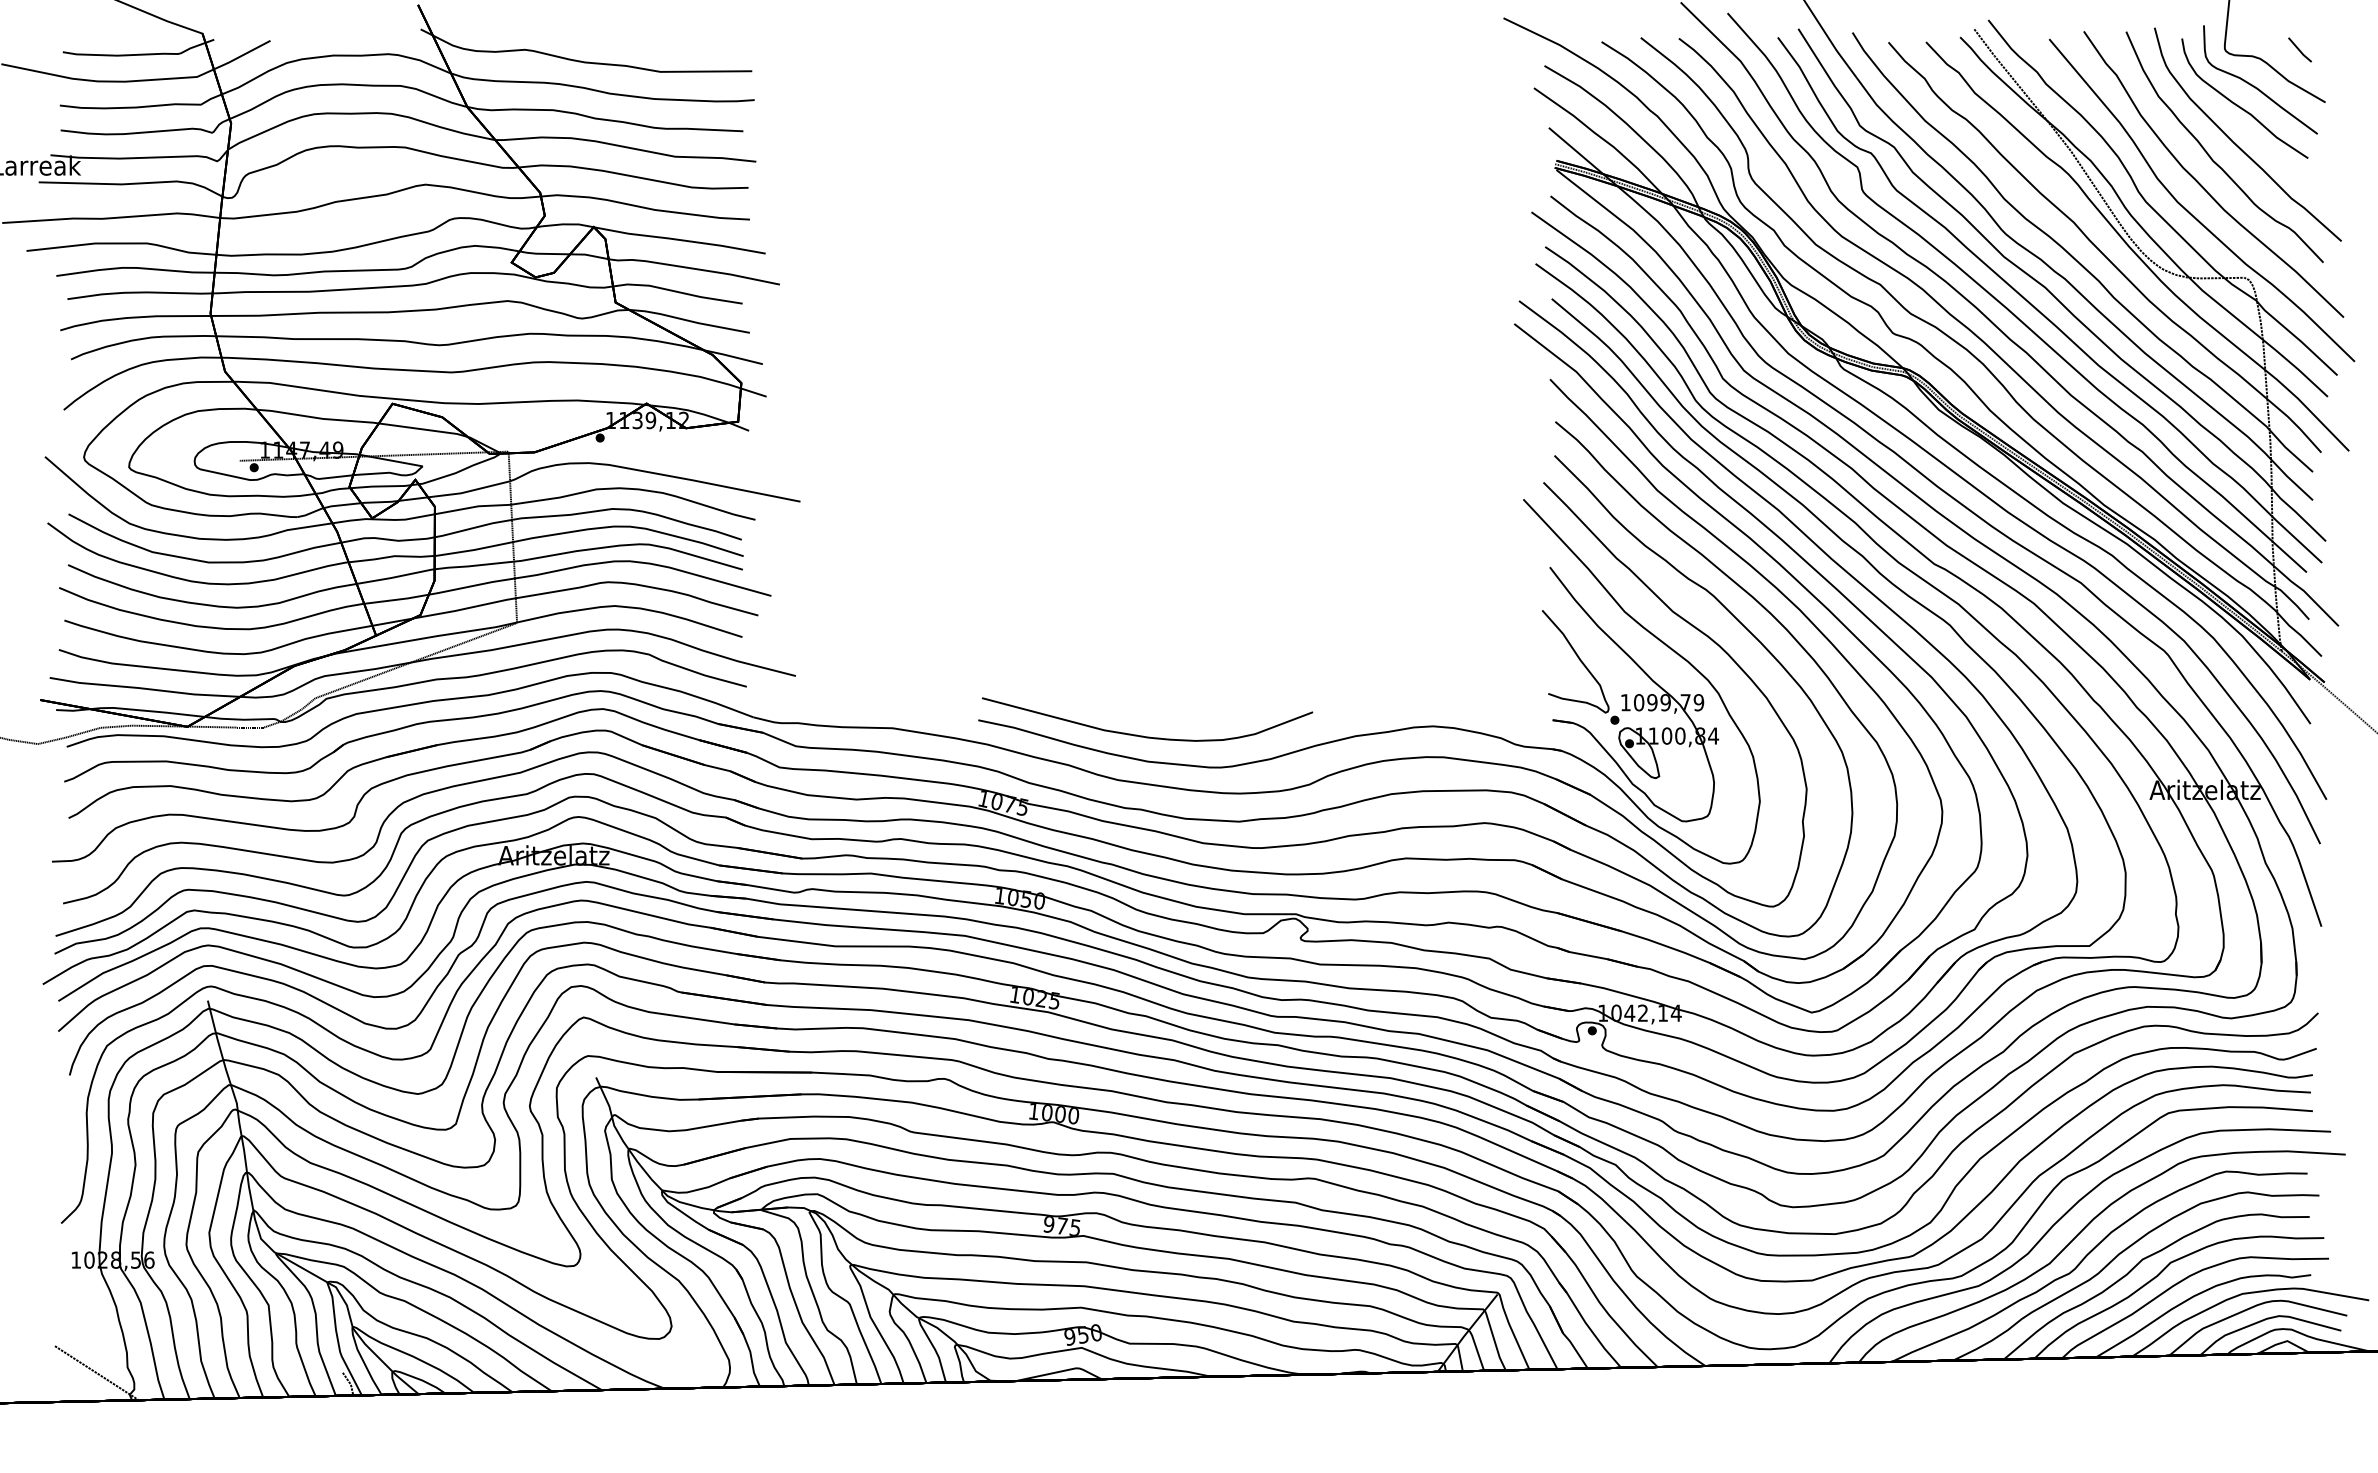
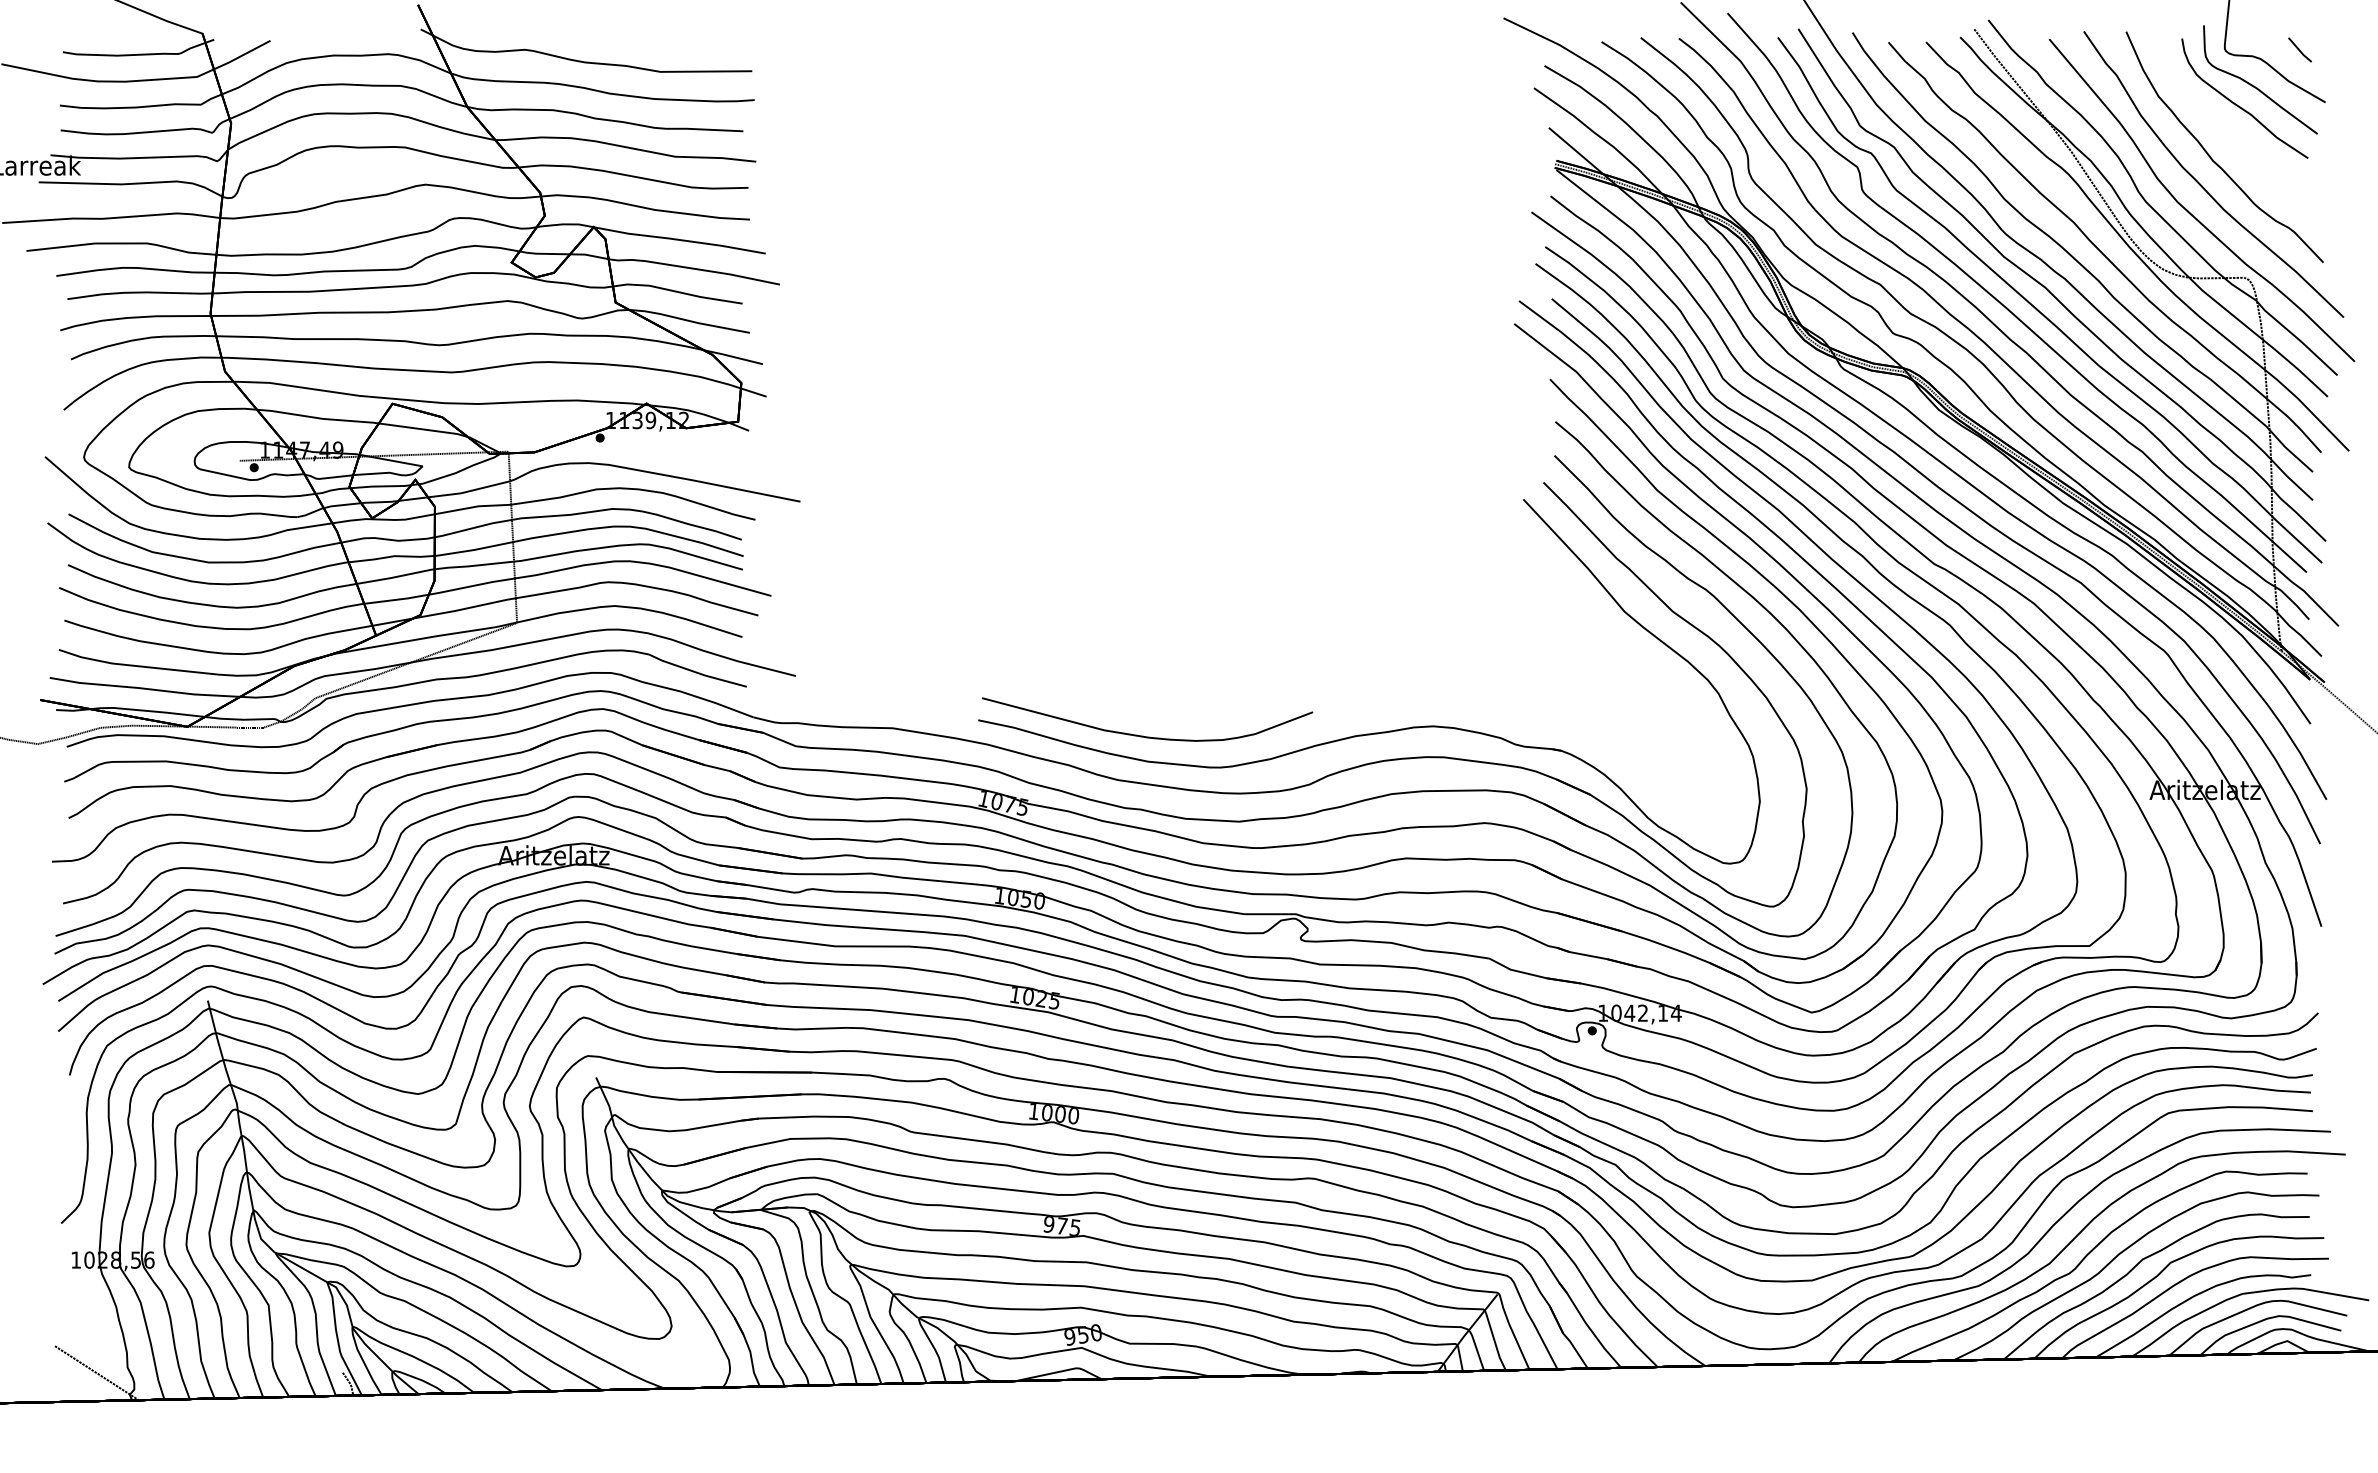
part at (2237, 144): present -> none
part at (1630, 694): present -> none
